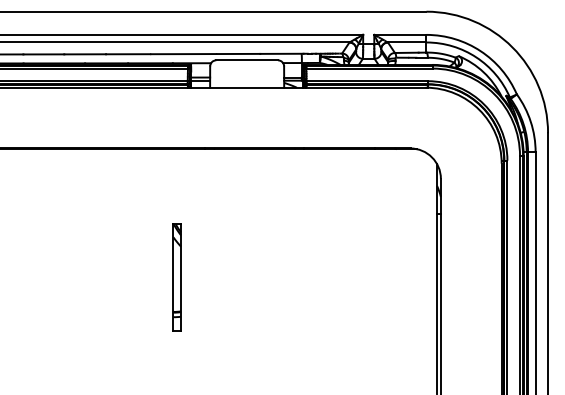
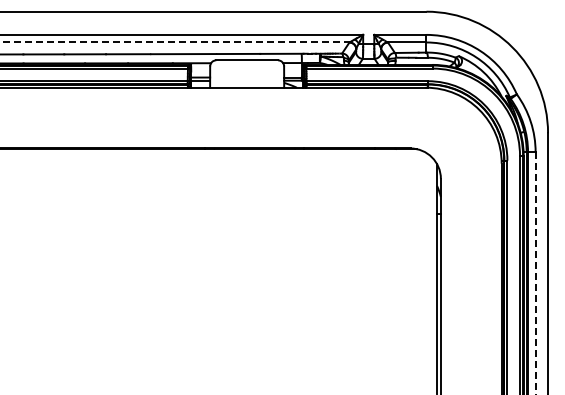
line at (175, 42): solid -> dashed
line at (535, 273): solid -> dashed
part at (176, 277): present -> none
